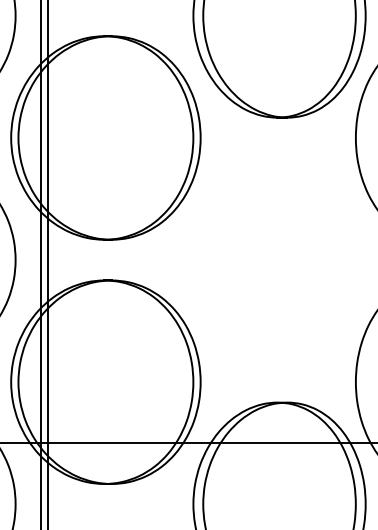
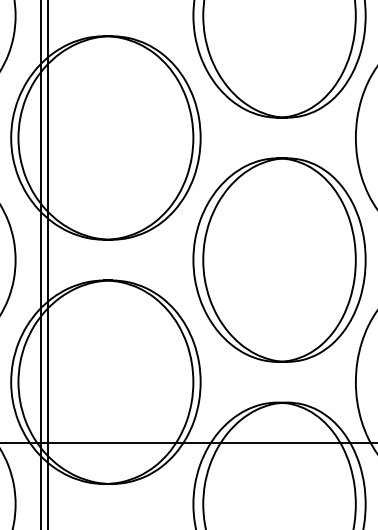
part at (279, 259): none -> present
